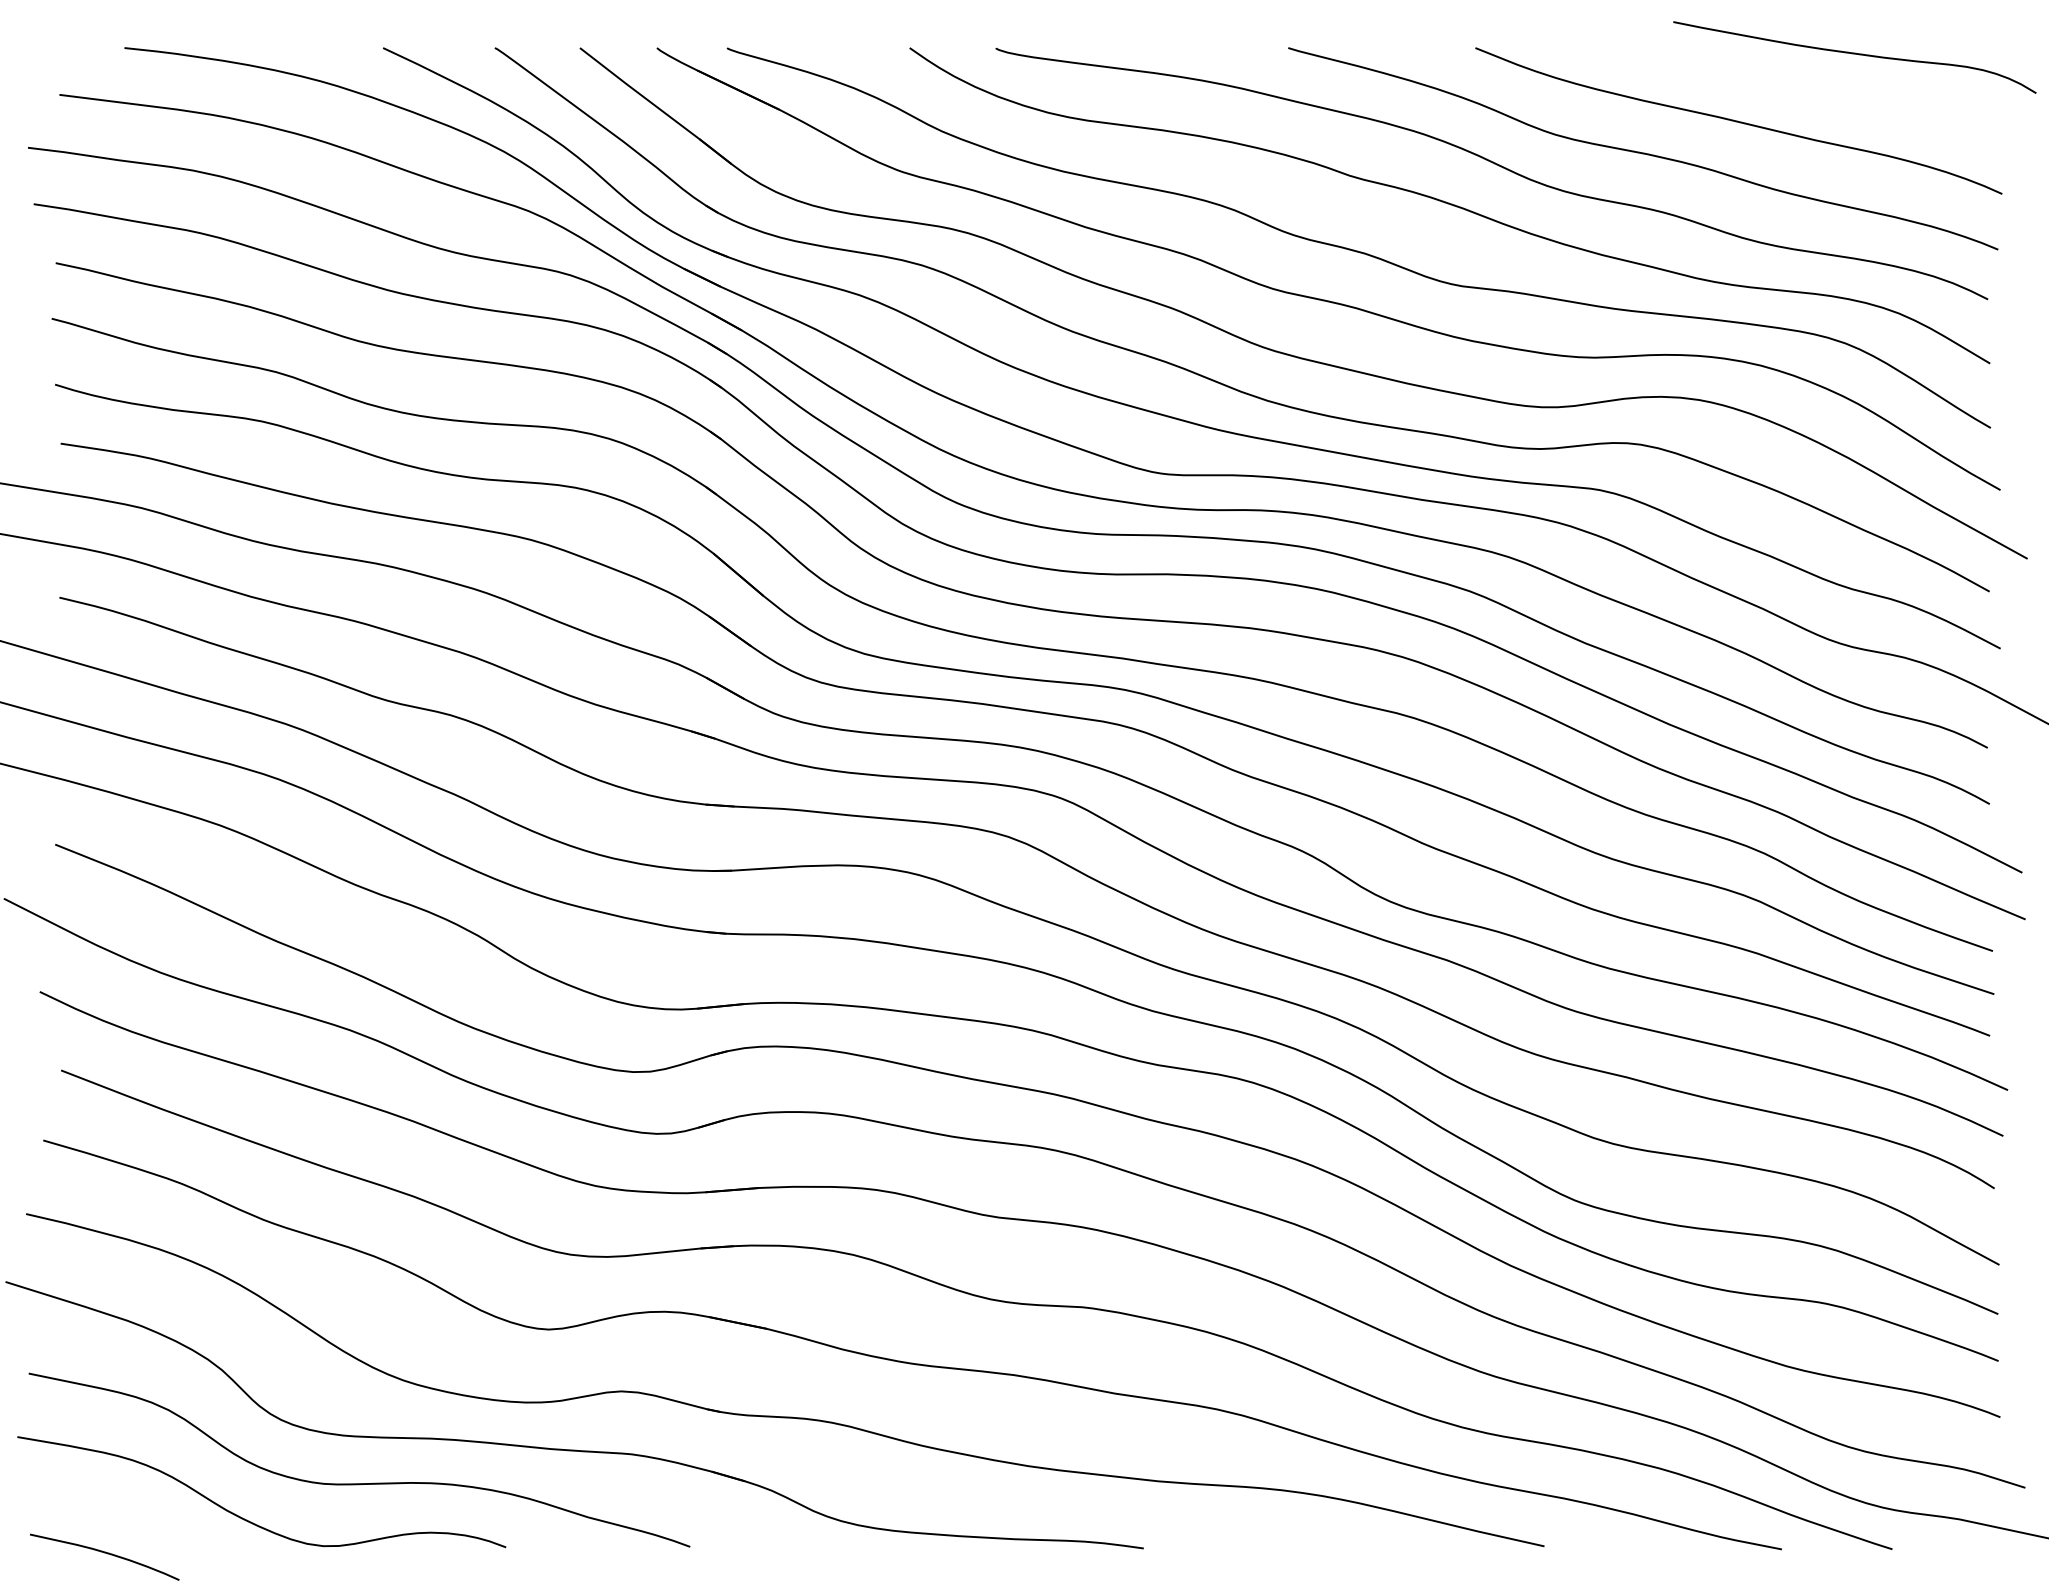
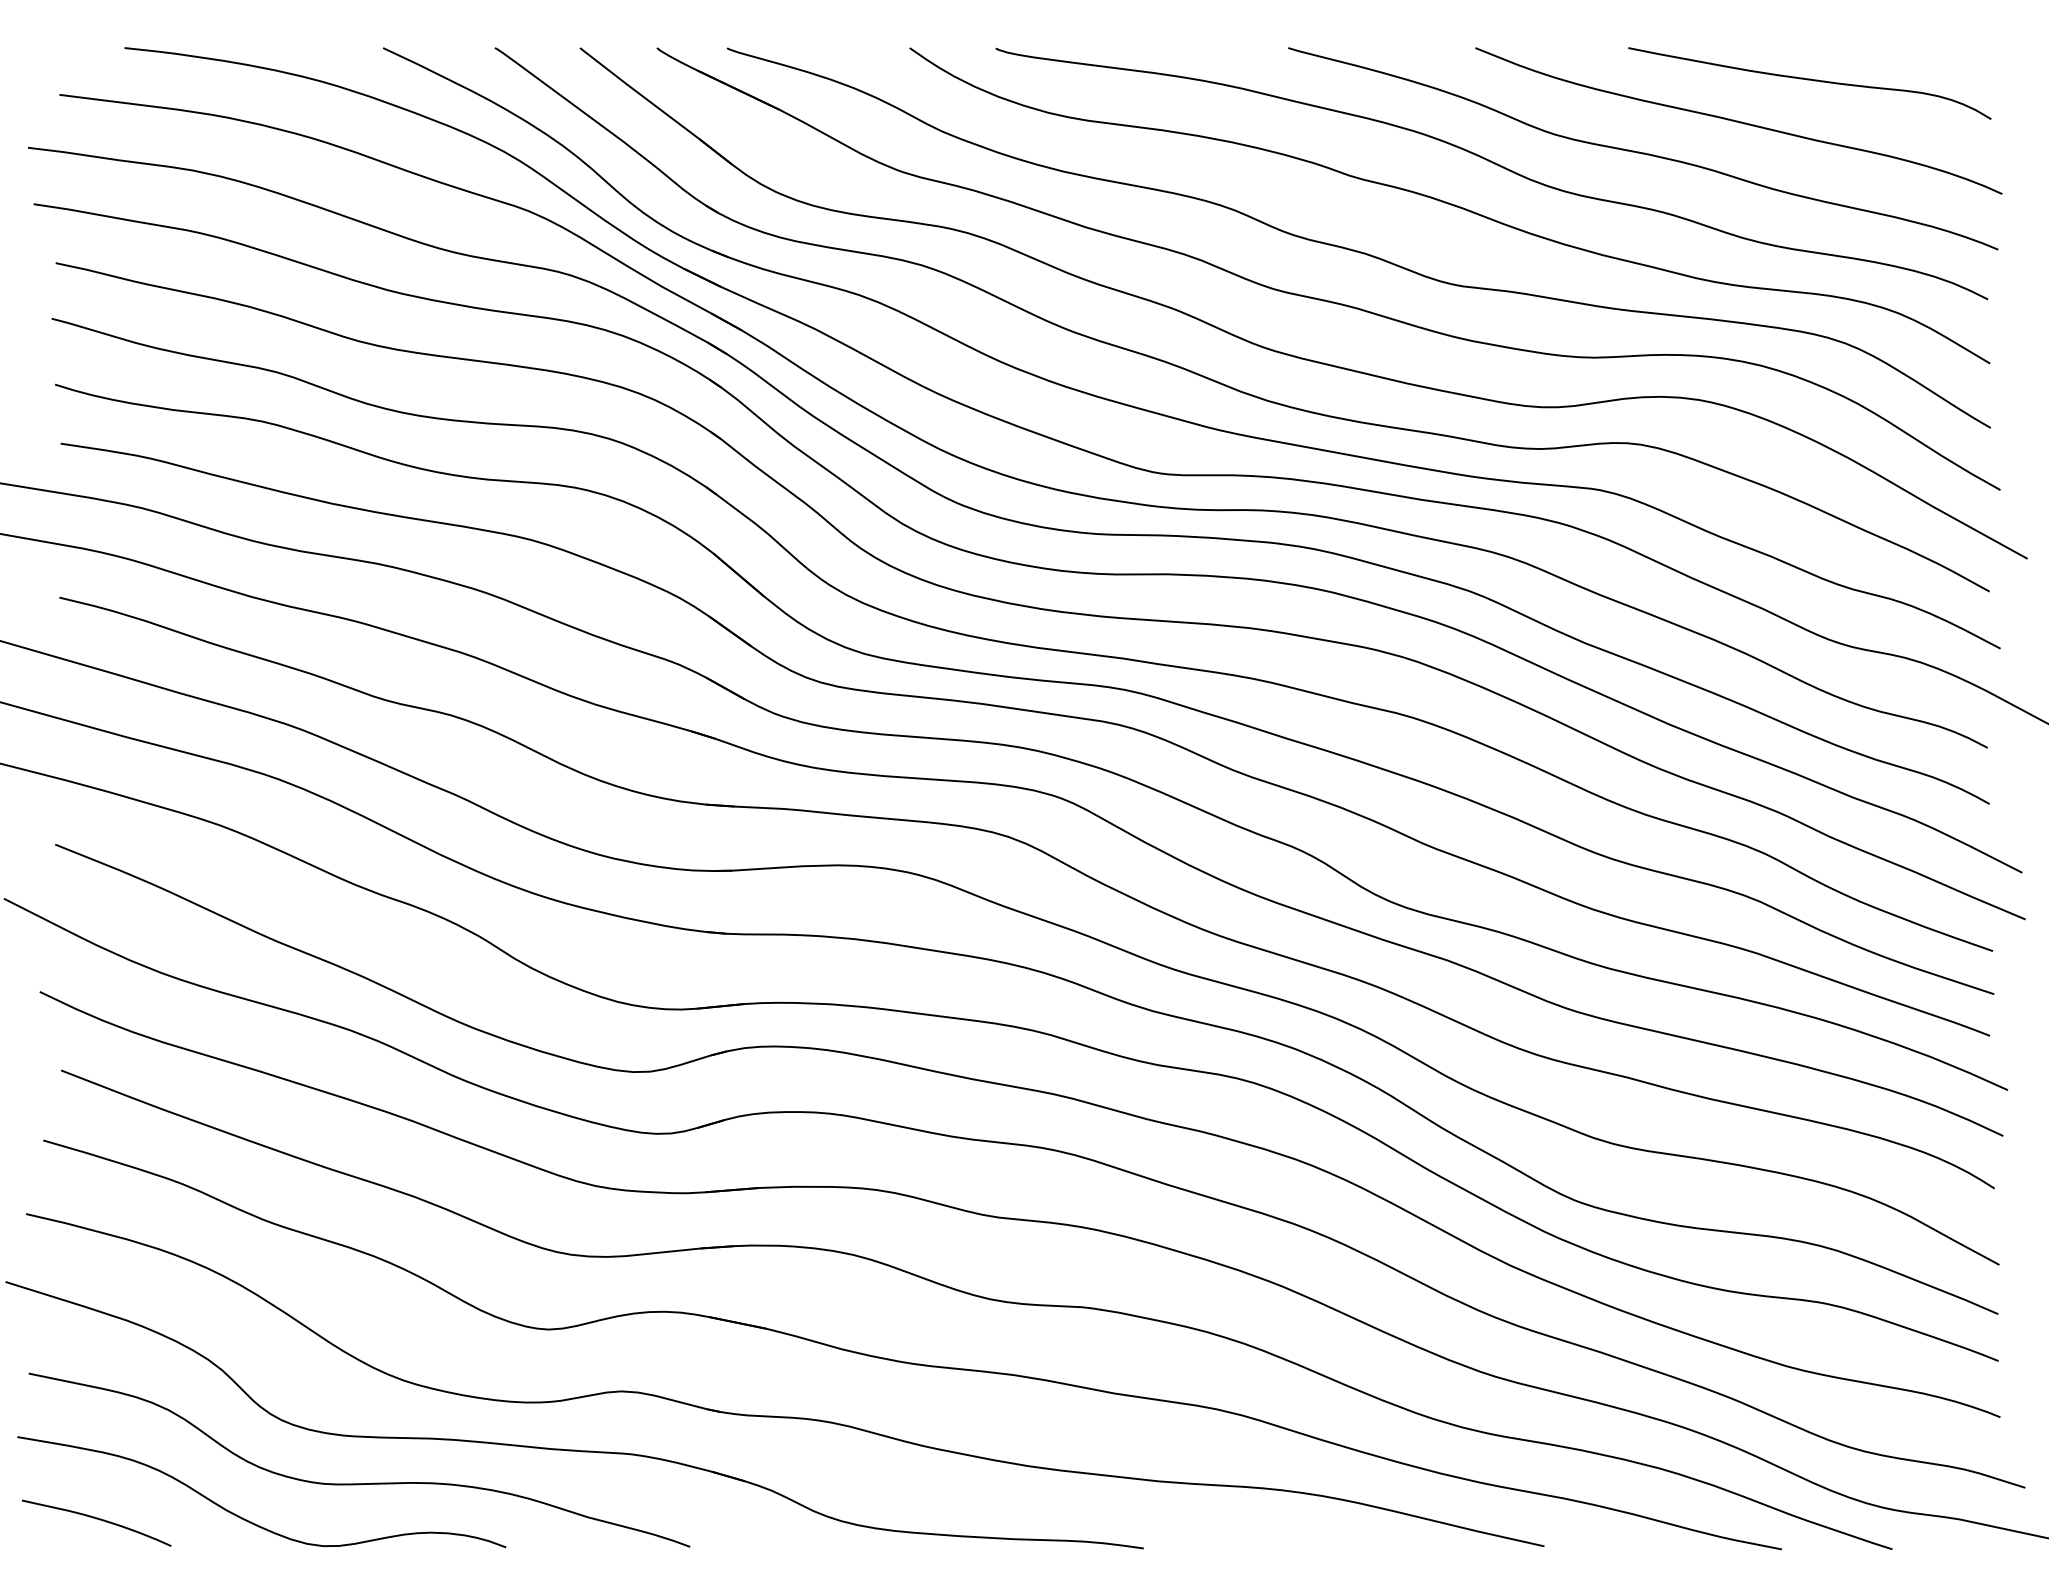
curve at (1854, 54) position: (1854, 54) -> (1809, 80)
curve at (104, 1553) position: (104, 1553) -> (96, 1519)
